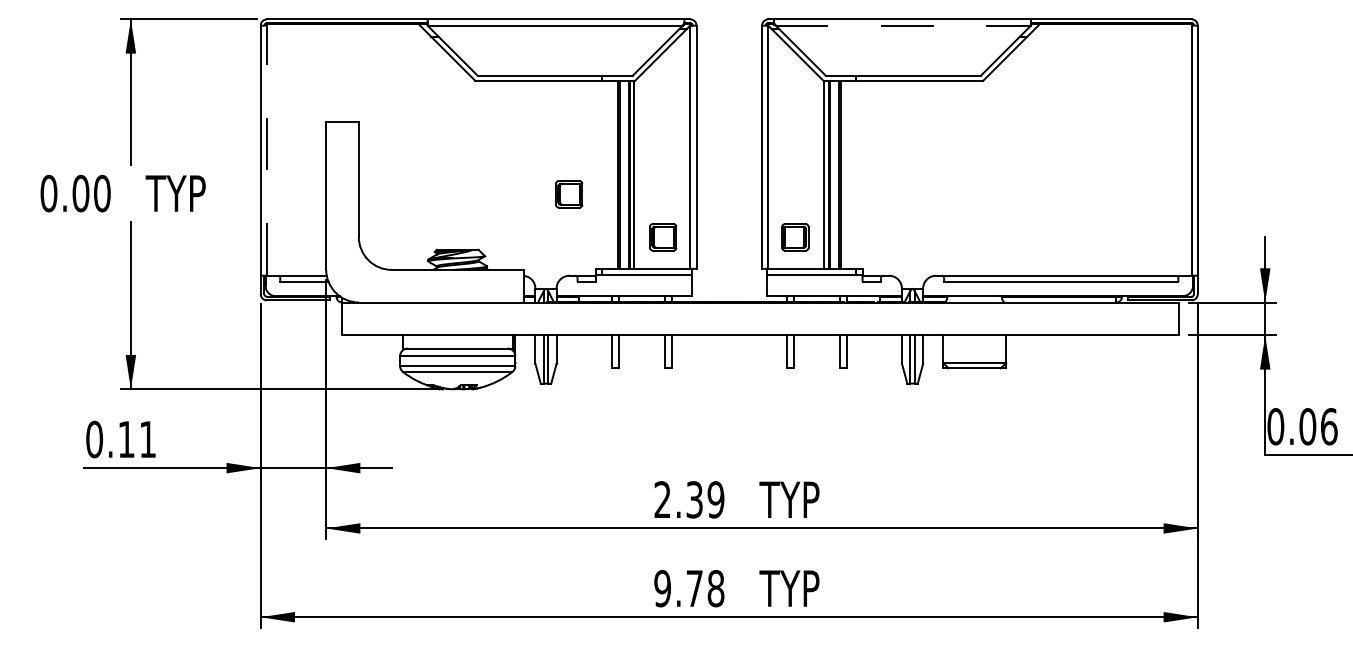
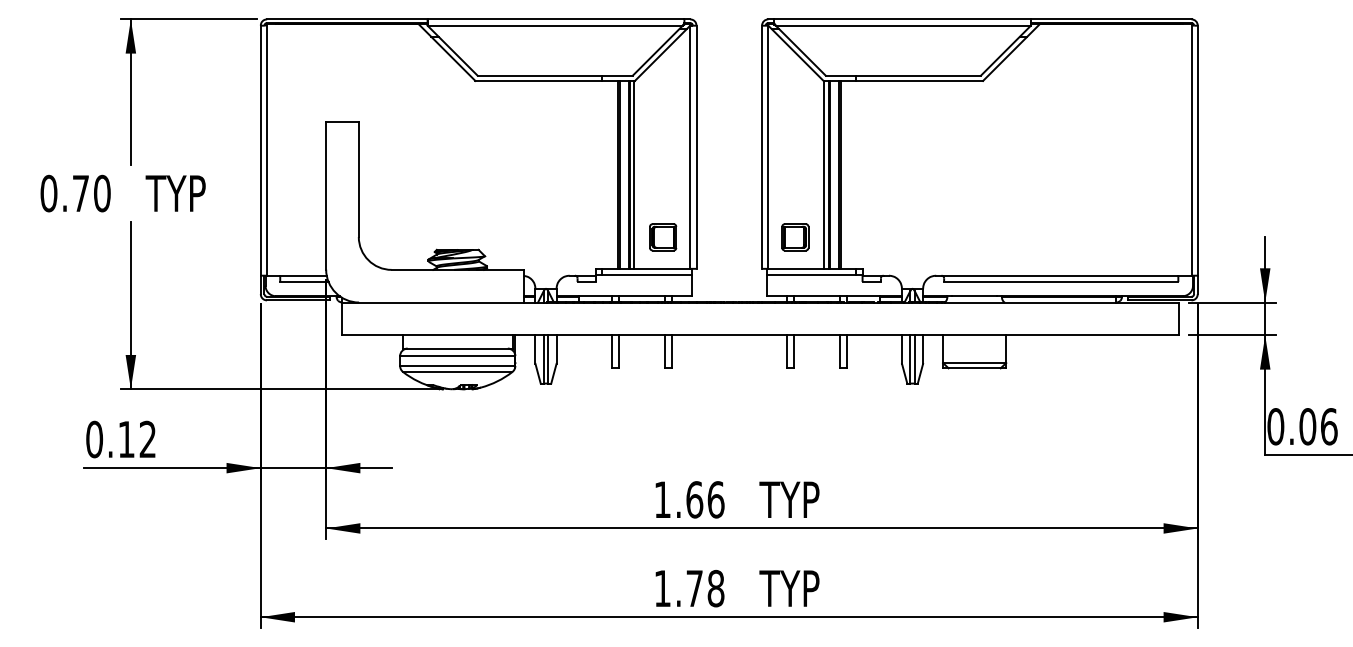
line at (903, 25): dashed -> solid
line at (267, 149): dashed -> solid
text at (80, 193): 0.00 -> 0.70
part at (569, 194): present -> none
text at (147, 438): 0.11 -> 0.12
text at (689, 499): 2.39 -> 1.66
text at (662, 588): 9.78 -> 1.78
